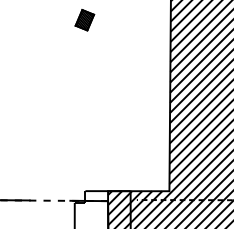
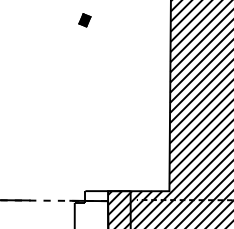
part at (84, 20) size: 22x23 px -> 14x15 px
